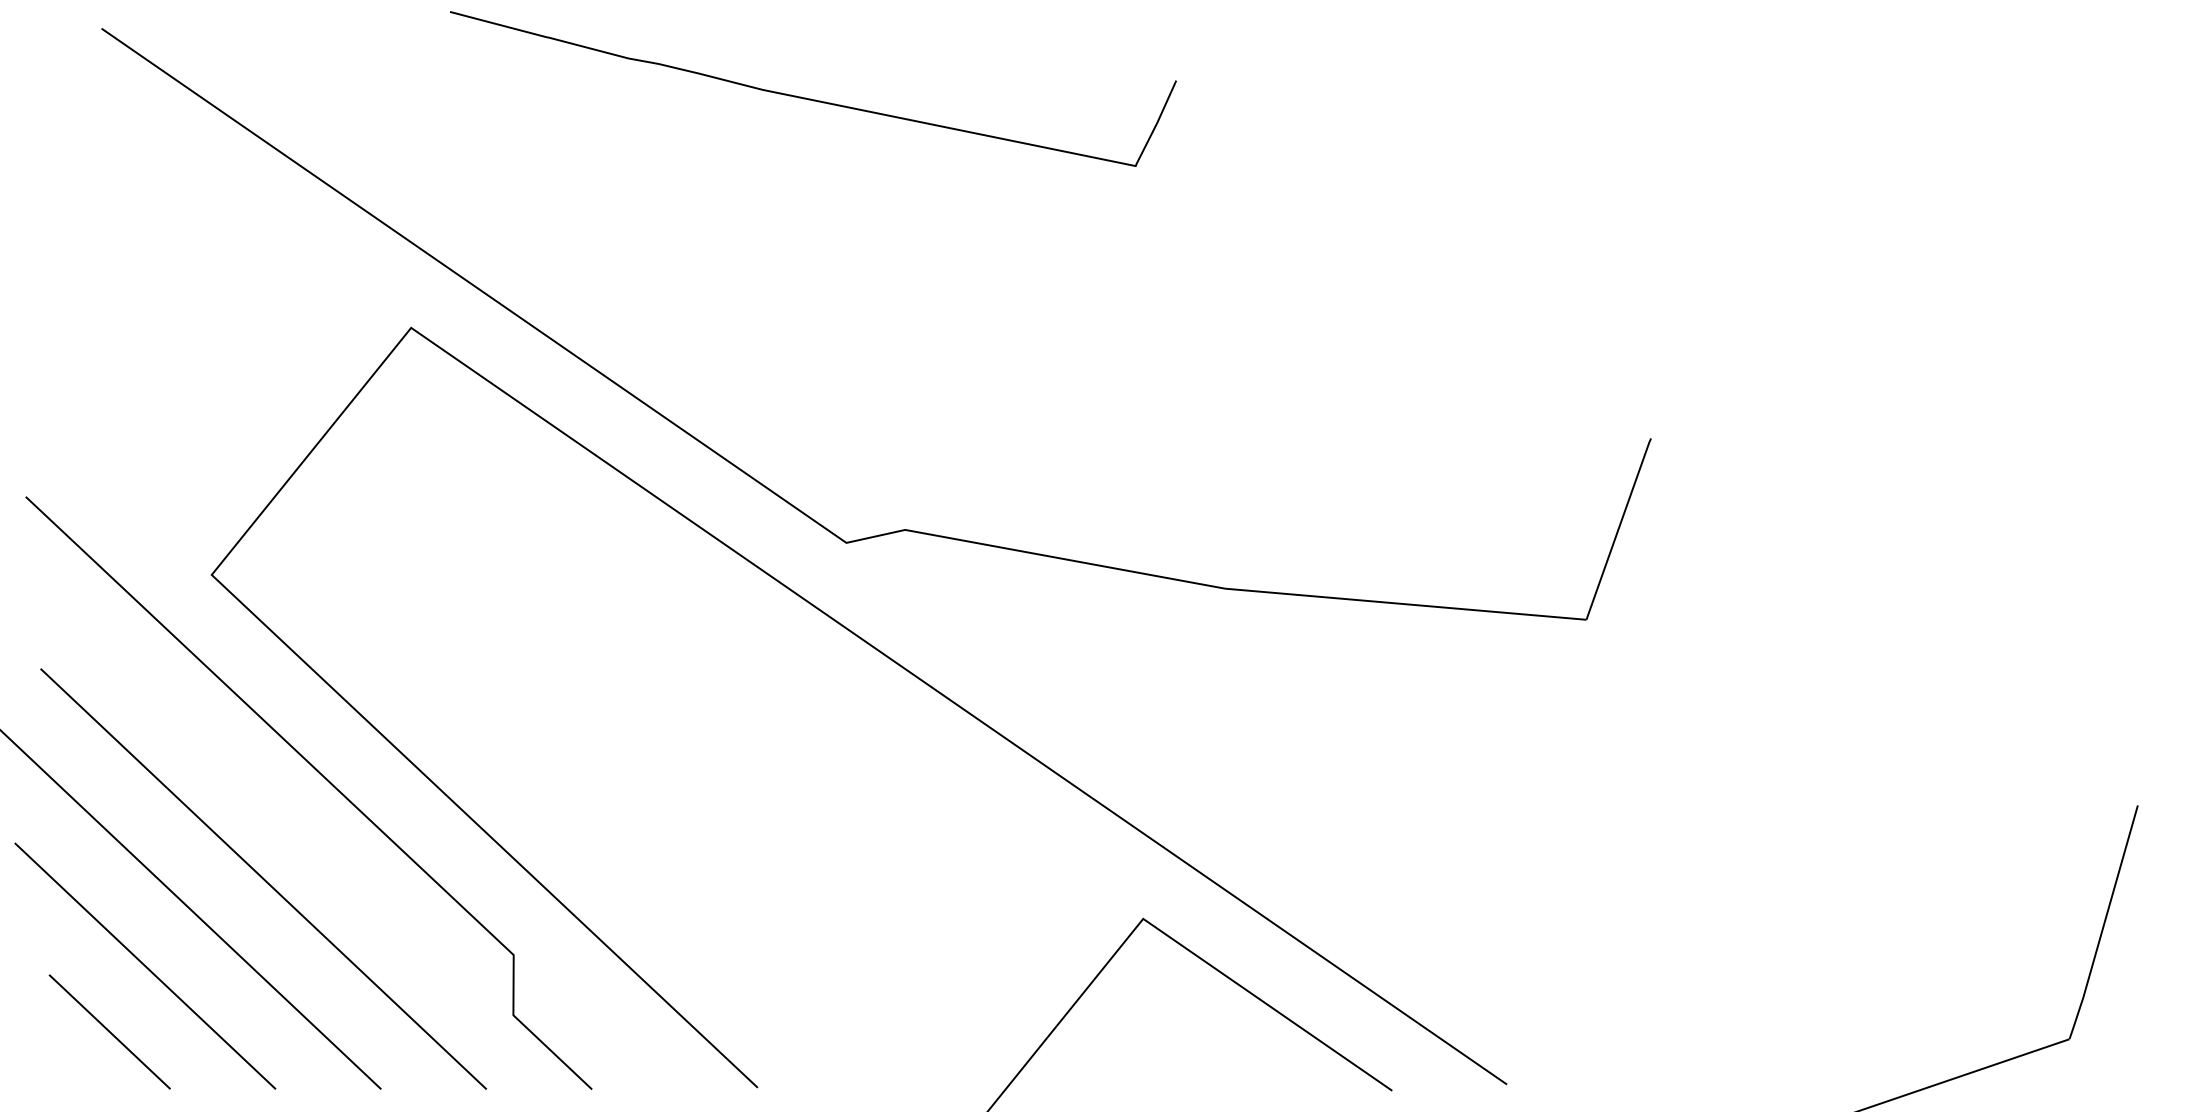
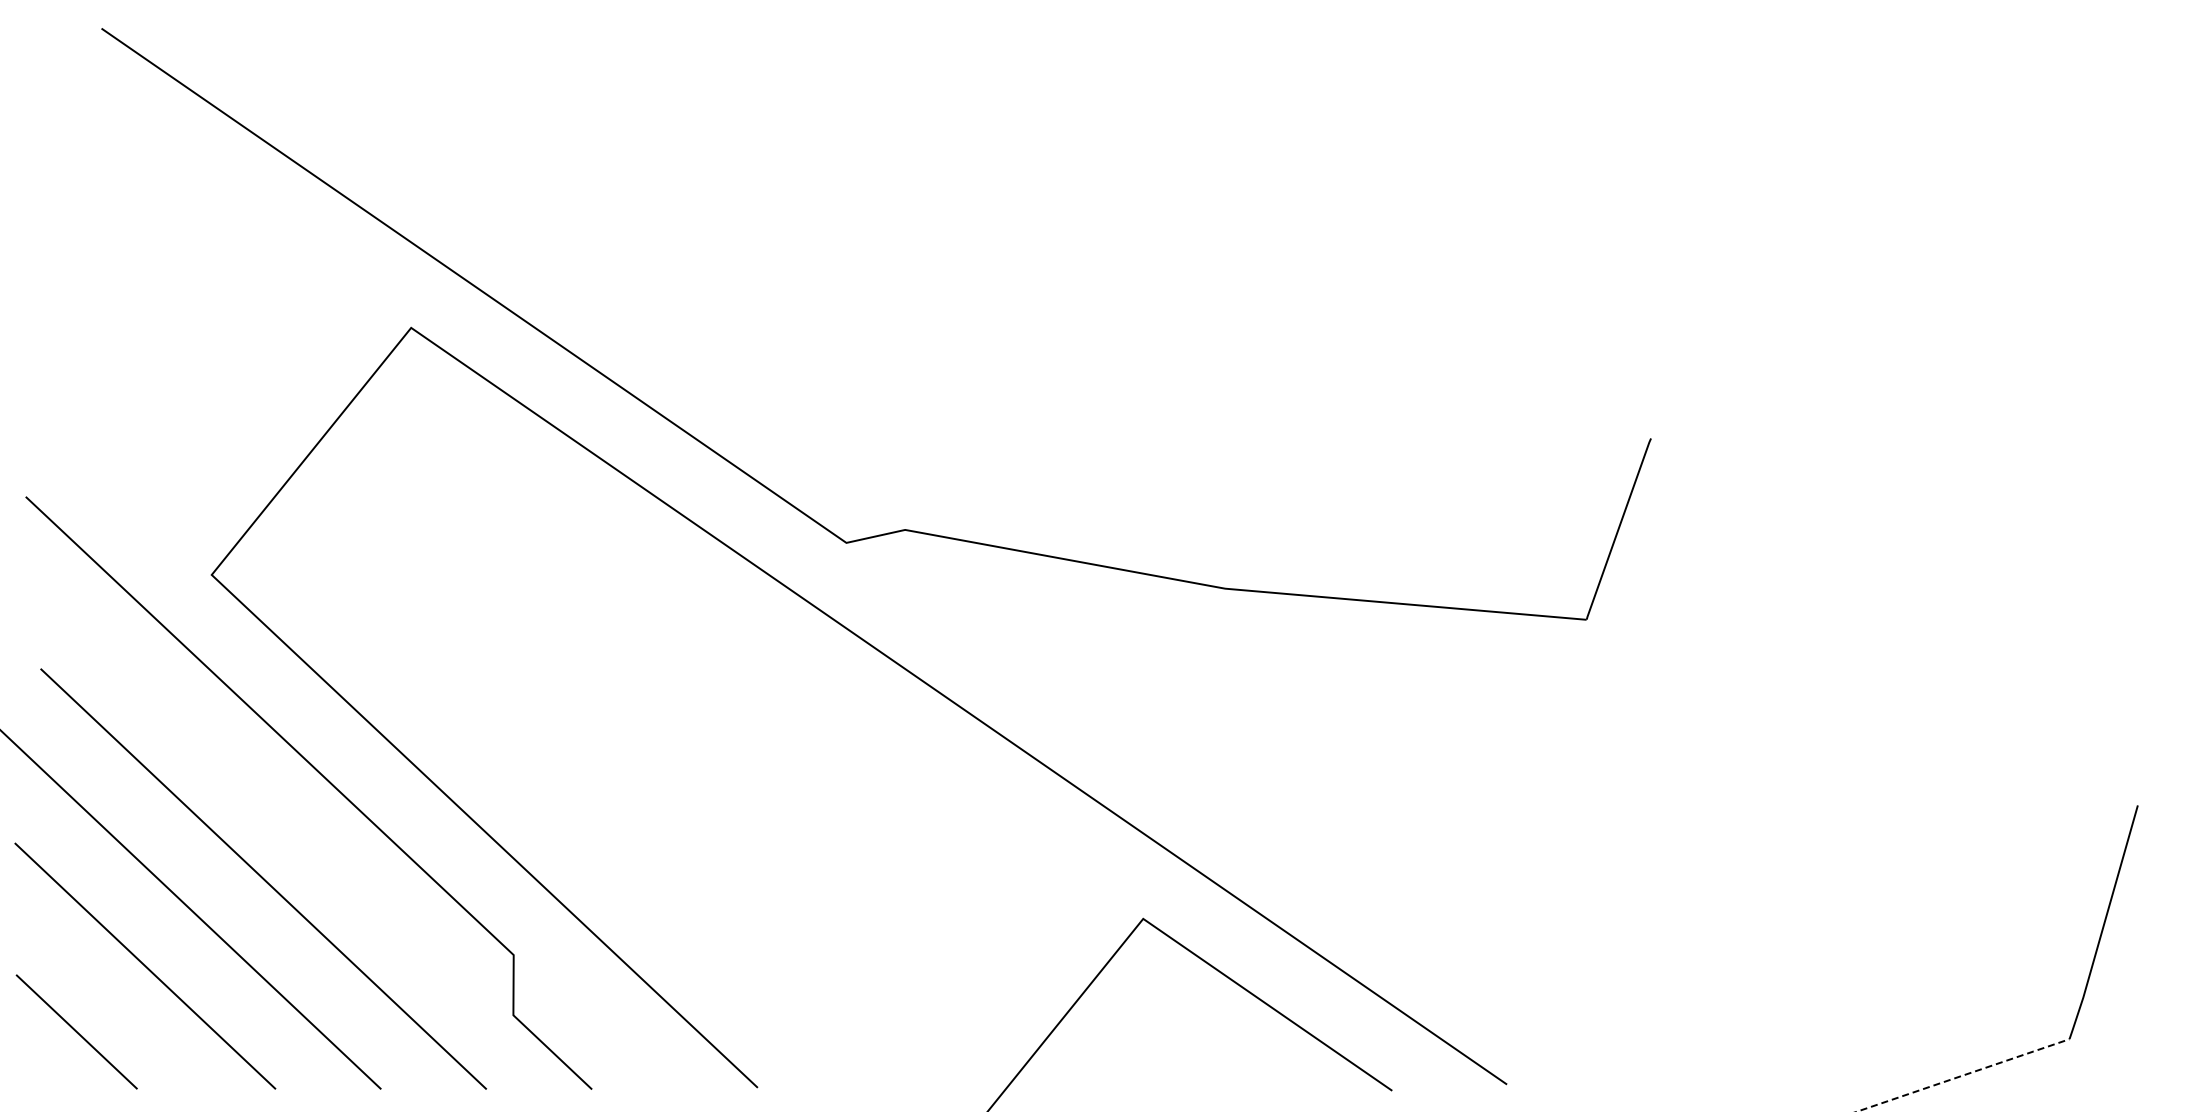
curve at (811, 98): present -> none
line at (109, 1031) position: (109, 1031) -> (76, 1031)
line at (1964, 1075): solid -> dashed
